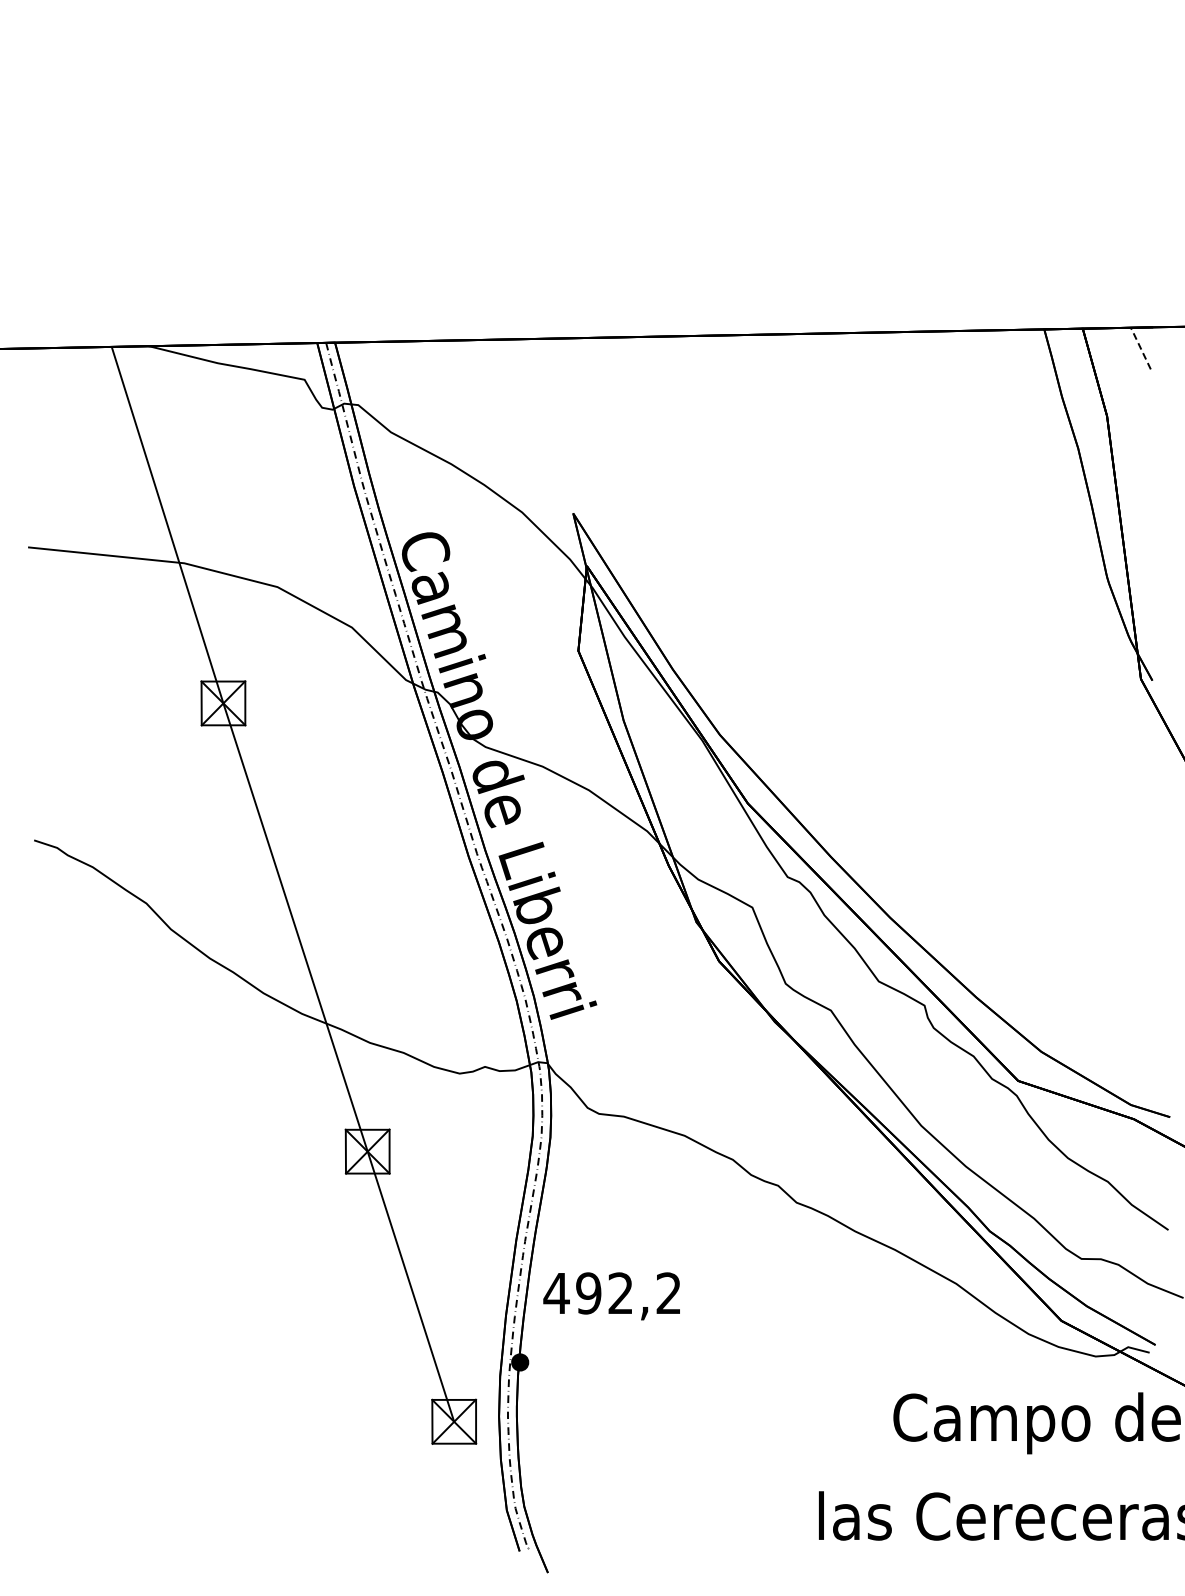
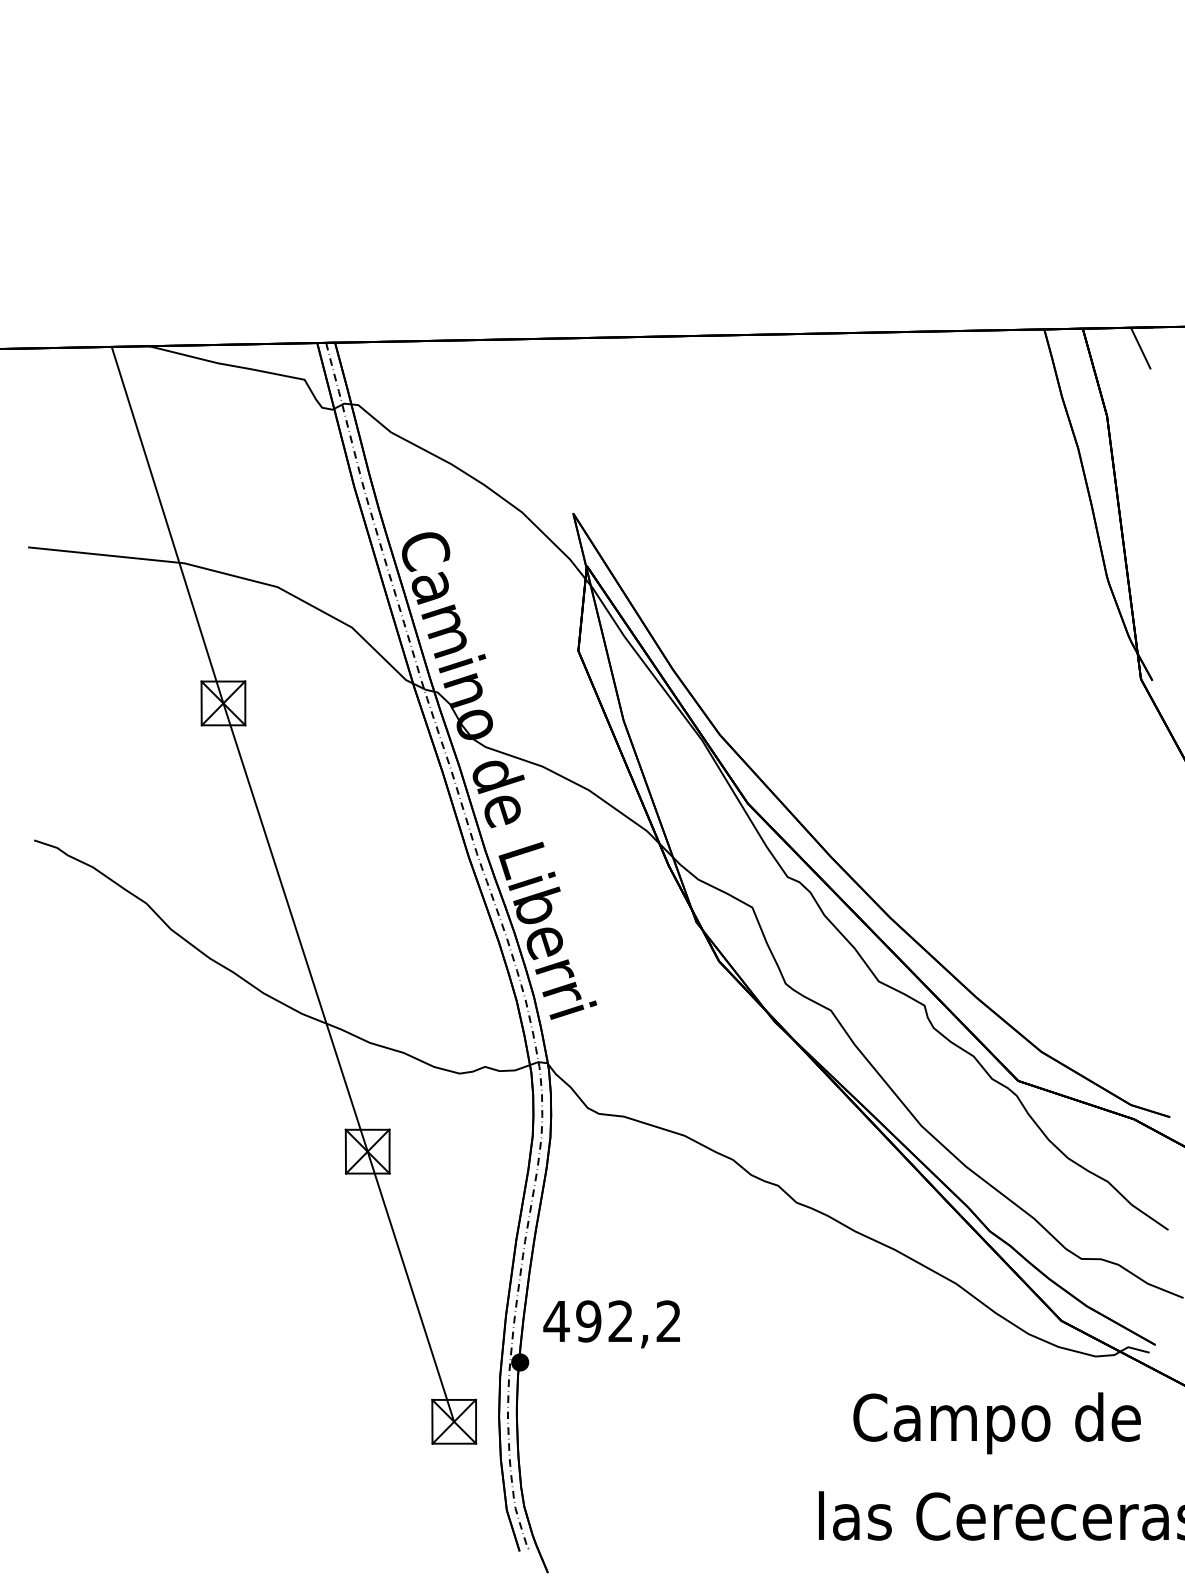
line at (1140, 347): dashed -> solid
text at (611, 1296) position: (611, 1296) -> (611, 1324)
text at (1036, 1423) position: (1036, 1423) -> (996, 1423)
